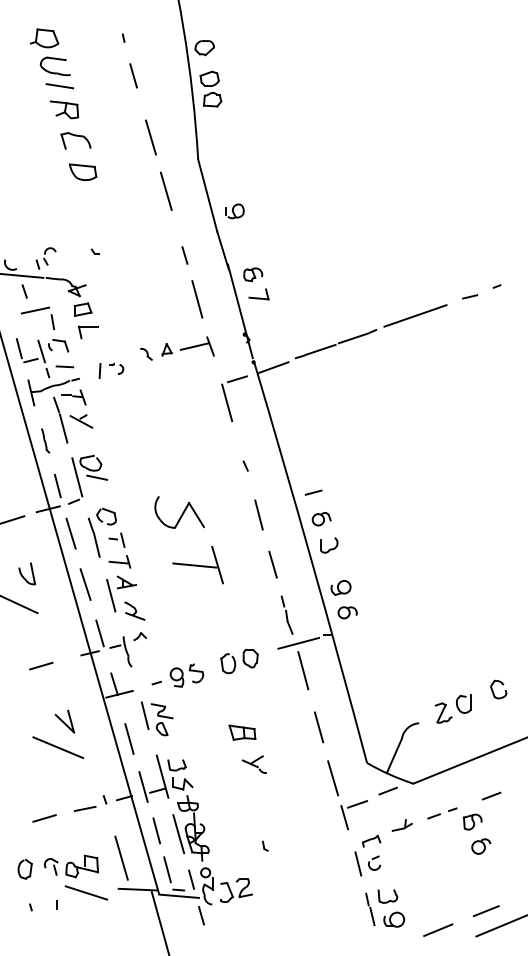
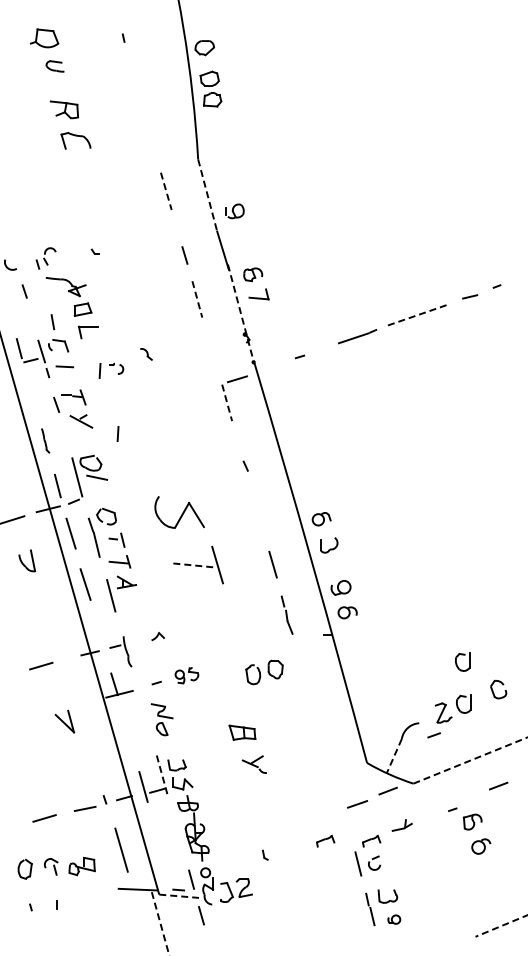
part at (54, 66) size: 32x21 px -> 20x13 px
line at (133, 75): present -> none
line at (59, 86): present -> none
line at (150, 137): present -> none
part at (83, 171): present -> none
line at (166, 191): solid -> dashed
line at (207, 195): solid -> dashed
line at (22, 275): present -> none
line at (197, 299): solid -> dashed
line at (35, 310): present -> none
line at (240, 311): solid -> dashed
line at (415, 315): solid -> dashed
part at (187, 346): present -> none
line at (320, 349): present -> none
line at (273, 367): present -> none
part at (53, 391): present -> none
line at (227, 402): solid -> dashed
line at (63, 428): present -> none
line at (117, 433): none -> present
line at (313, 492): present -> none
line at (258, 514): present -> none
line at (194, 565): solid -> dashed
part at (27, 573) position: (27, 573) -> (27, 560)
line at (19, 604): present -> none
part at (134, 610): present -> none
line at (99, 633): present -> none
part at (139, 636) position: (139, 636) -> (157, 636)
line at (298, 642): present -> none
part at (239, 661) position: (239, 661) -> (264, 672)
part at (462, 661): none -> present
line at (303, 670): present -> none
part at (186, 675) size: 36x25 px -> 26x18 px
line at (144, 715): present -> none
line at (318, 727): present -> none
line at (129, 738): present -> none
line at (58, 747): present -> none
line at (394, 755): solid -> dashed
line at (470, 760): solid -> dashed
line at (162, 776): solid -> dashed
line at (333, 778): present -> none
line at (491, 795) position: (491, 795) -> (498, 785)
line at (433, 816) position: (433, 816) -> (433, 735)
line at (344, 817): present -> none
line at (156, 830): present -> none
line at (178, 834): present -> none
part at (325, 840): none -> present
part at (265, 845) position: (265, 845) -> (265, 854)
line at (121, 857) position: (121, 857) -> (121, 849)
part at (81, 866) size: 34x25 px -> 28x21 px
line at (167, 869): present -> none
line at (86, 892): present -> none
line at (179, 896): solid -> dashed
line at (485, 911): present -> none
part at (394, 919) size: 23x17 px -> 15x11 px
line at (160, 923): solid -> dashed
arc at (501, 926): solid -> dashed
line at (438, 930): present -> none
